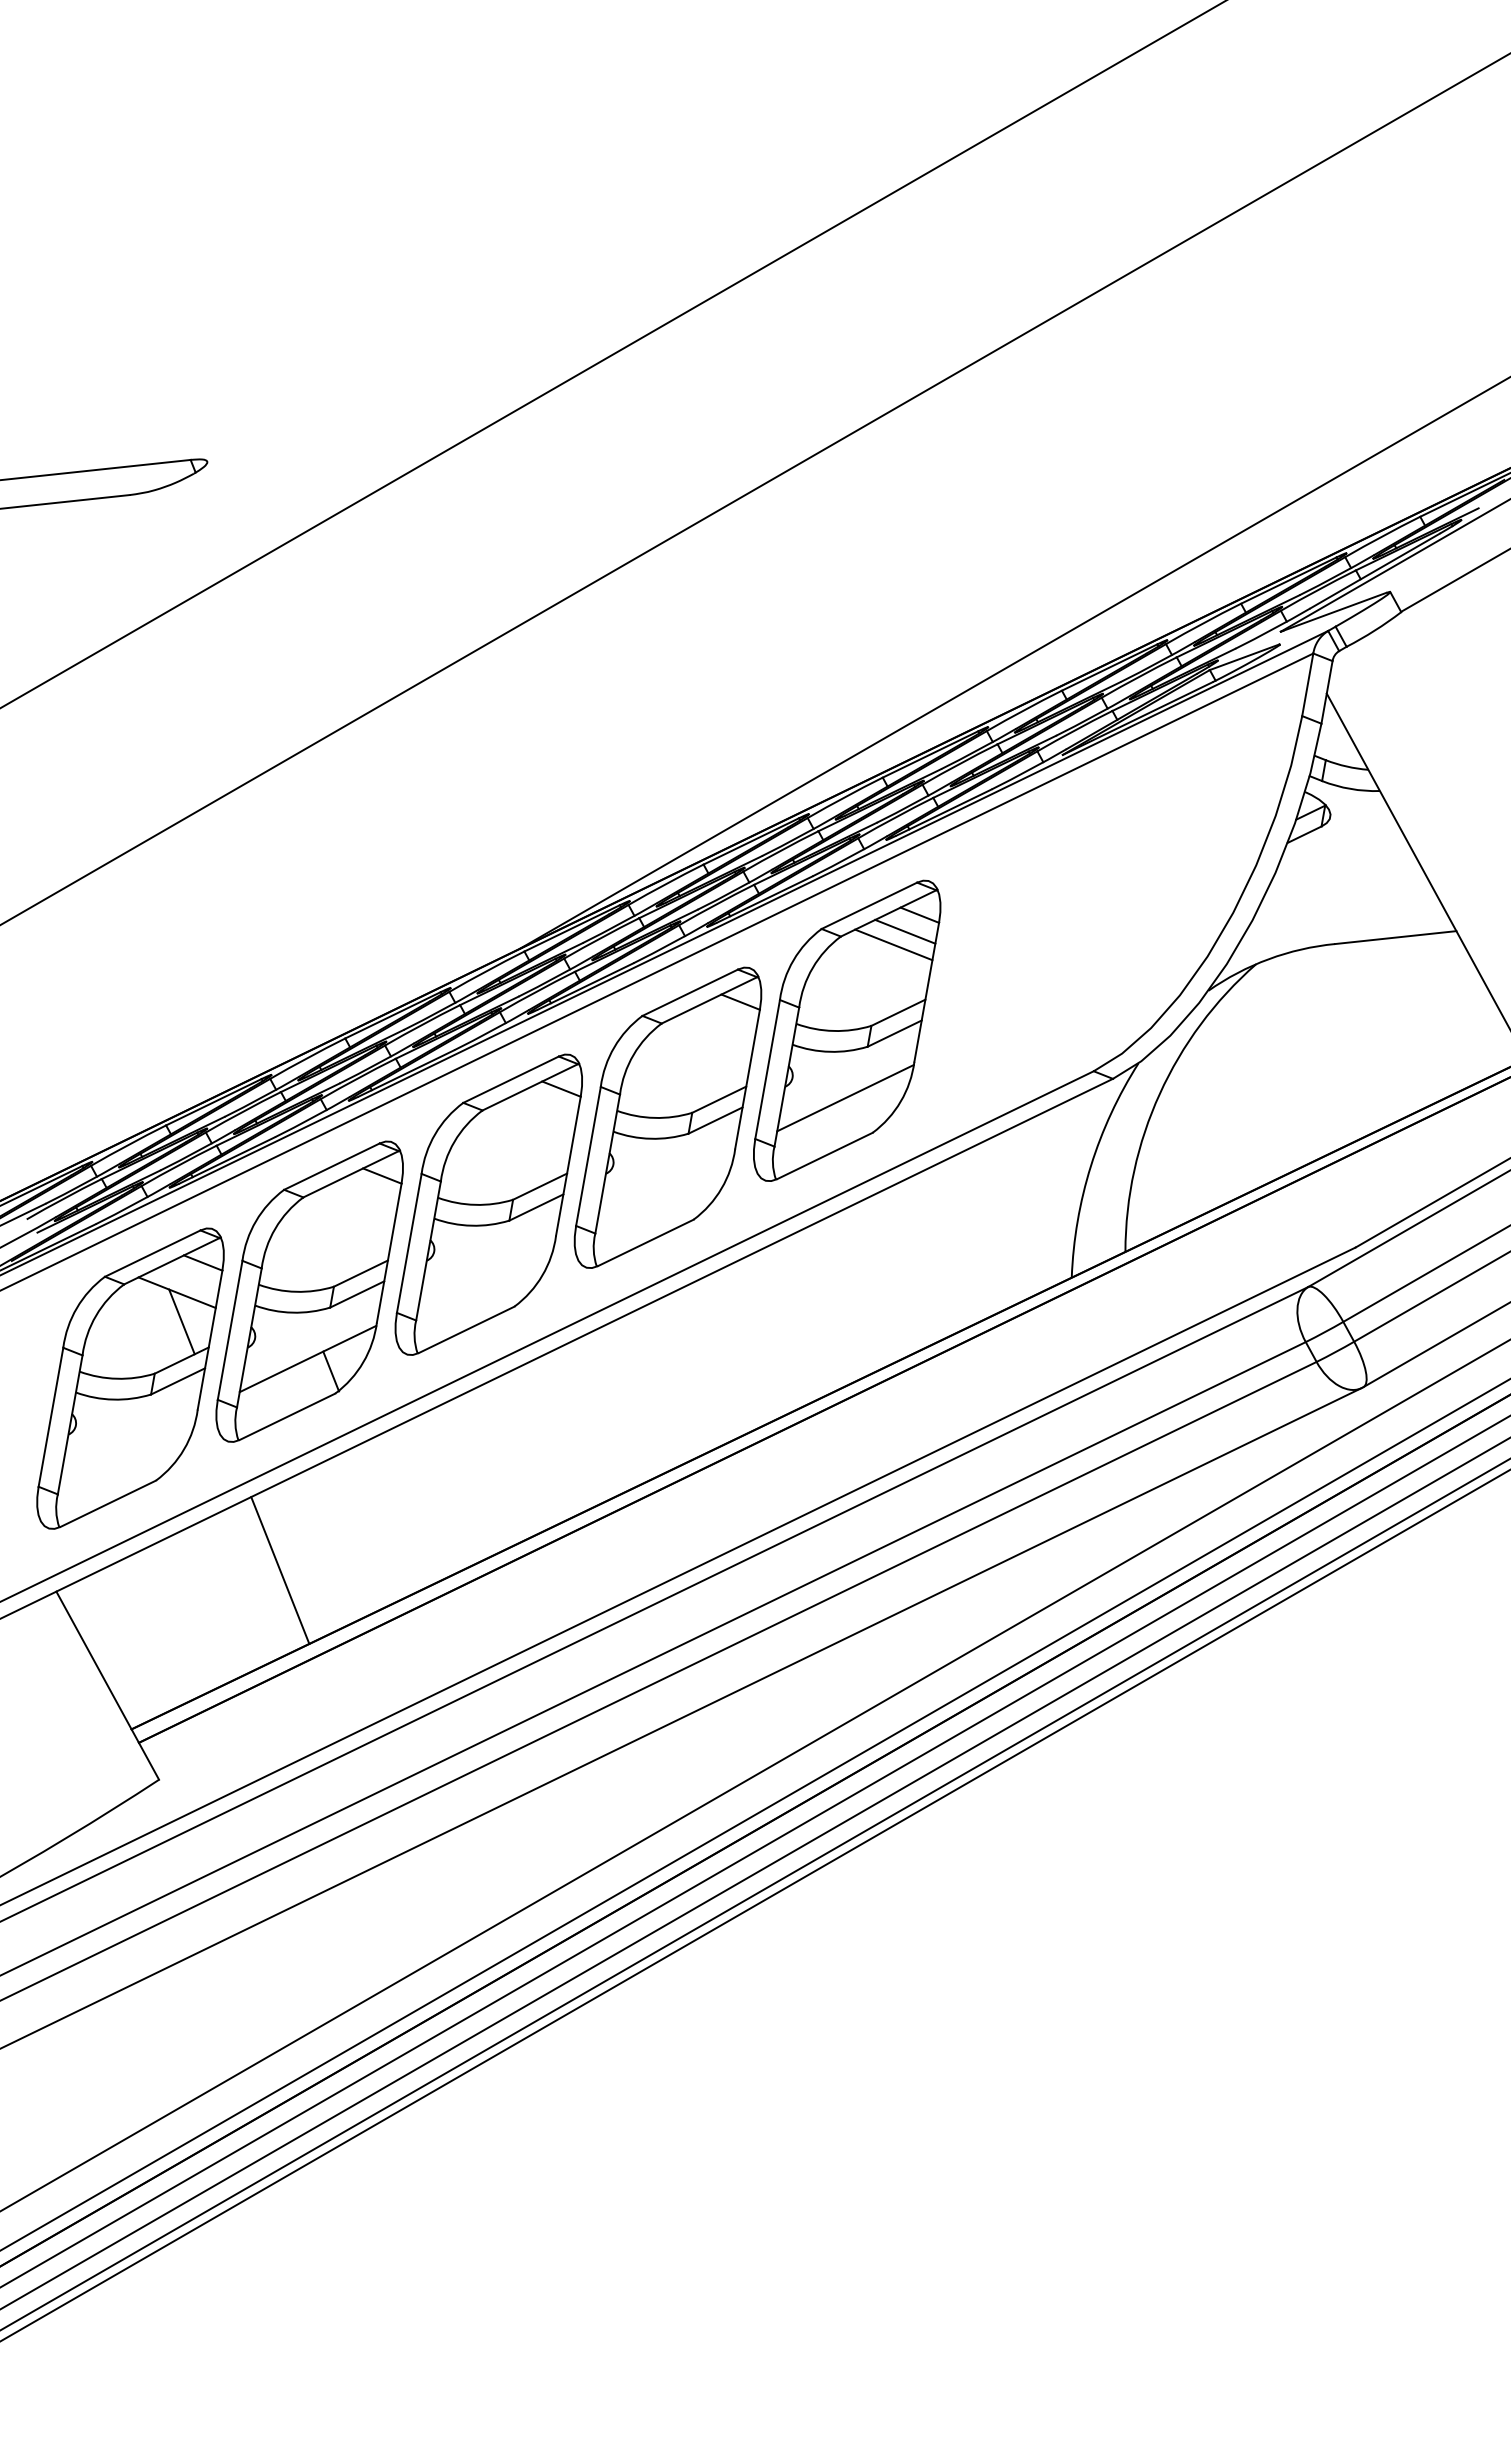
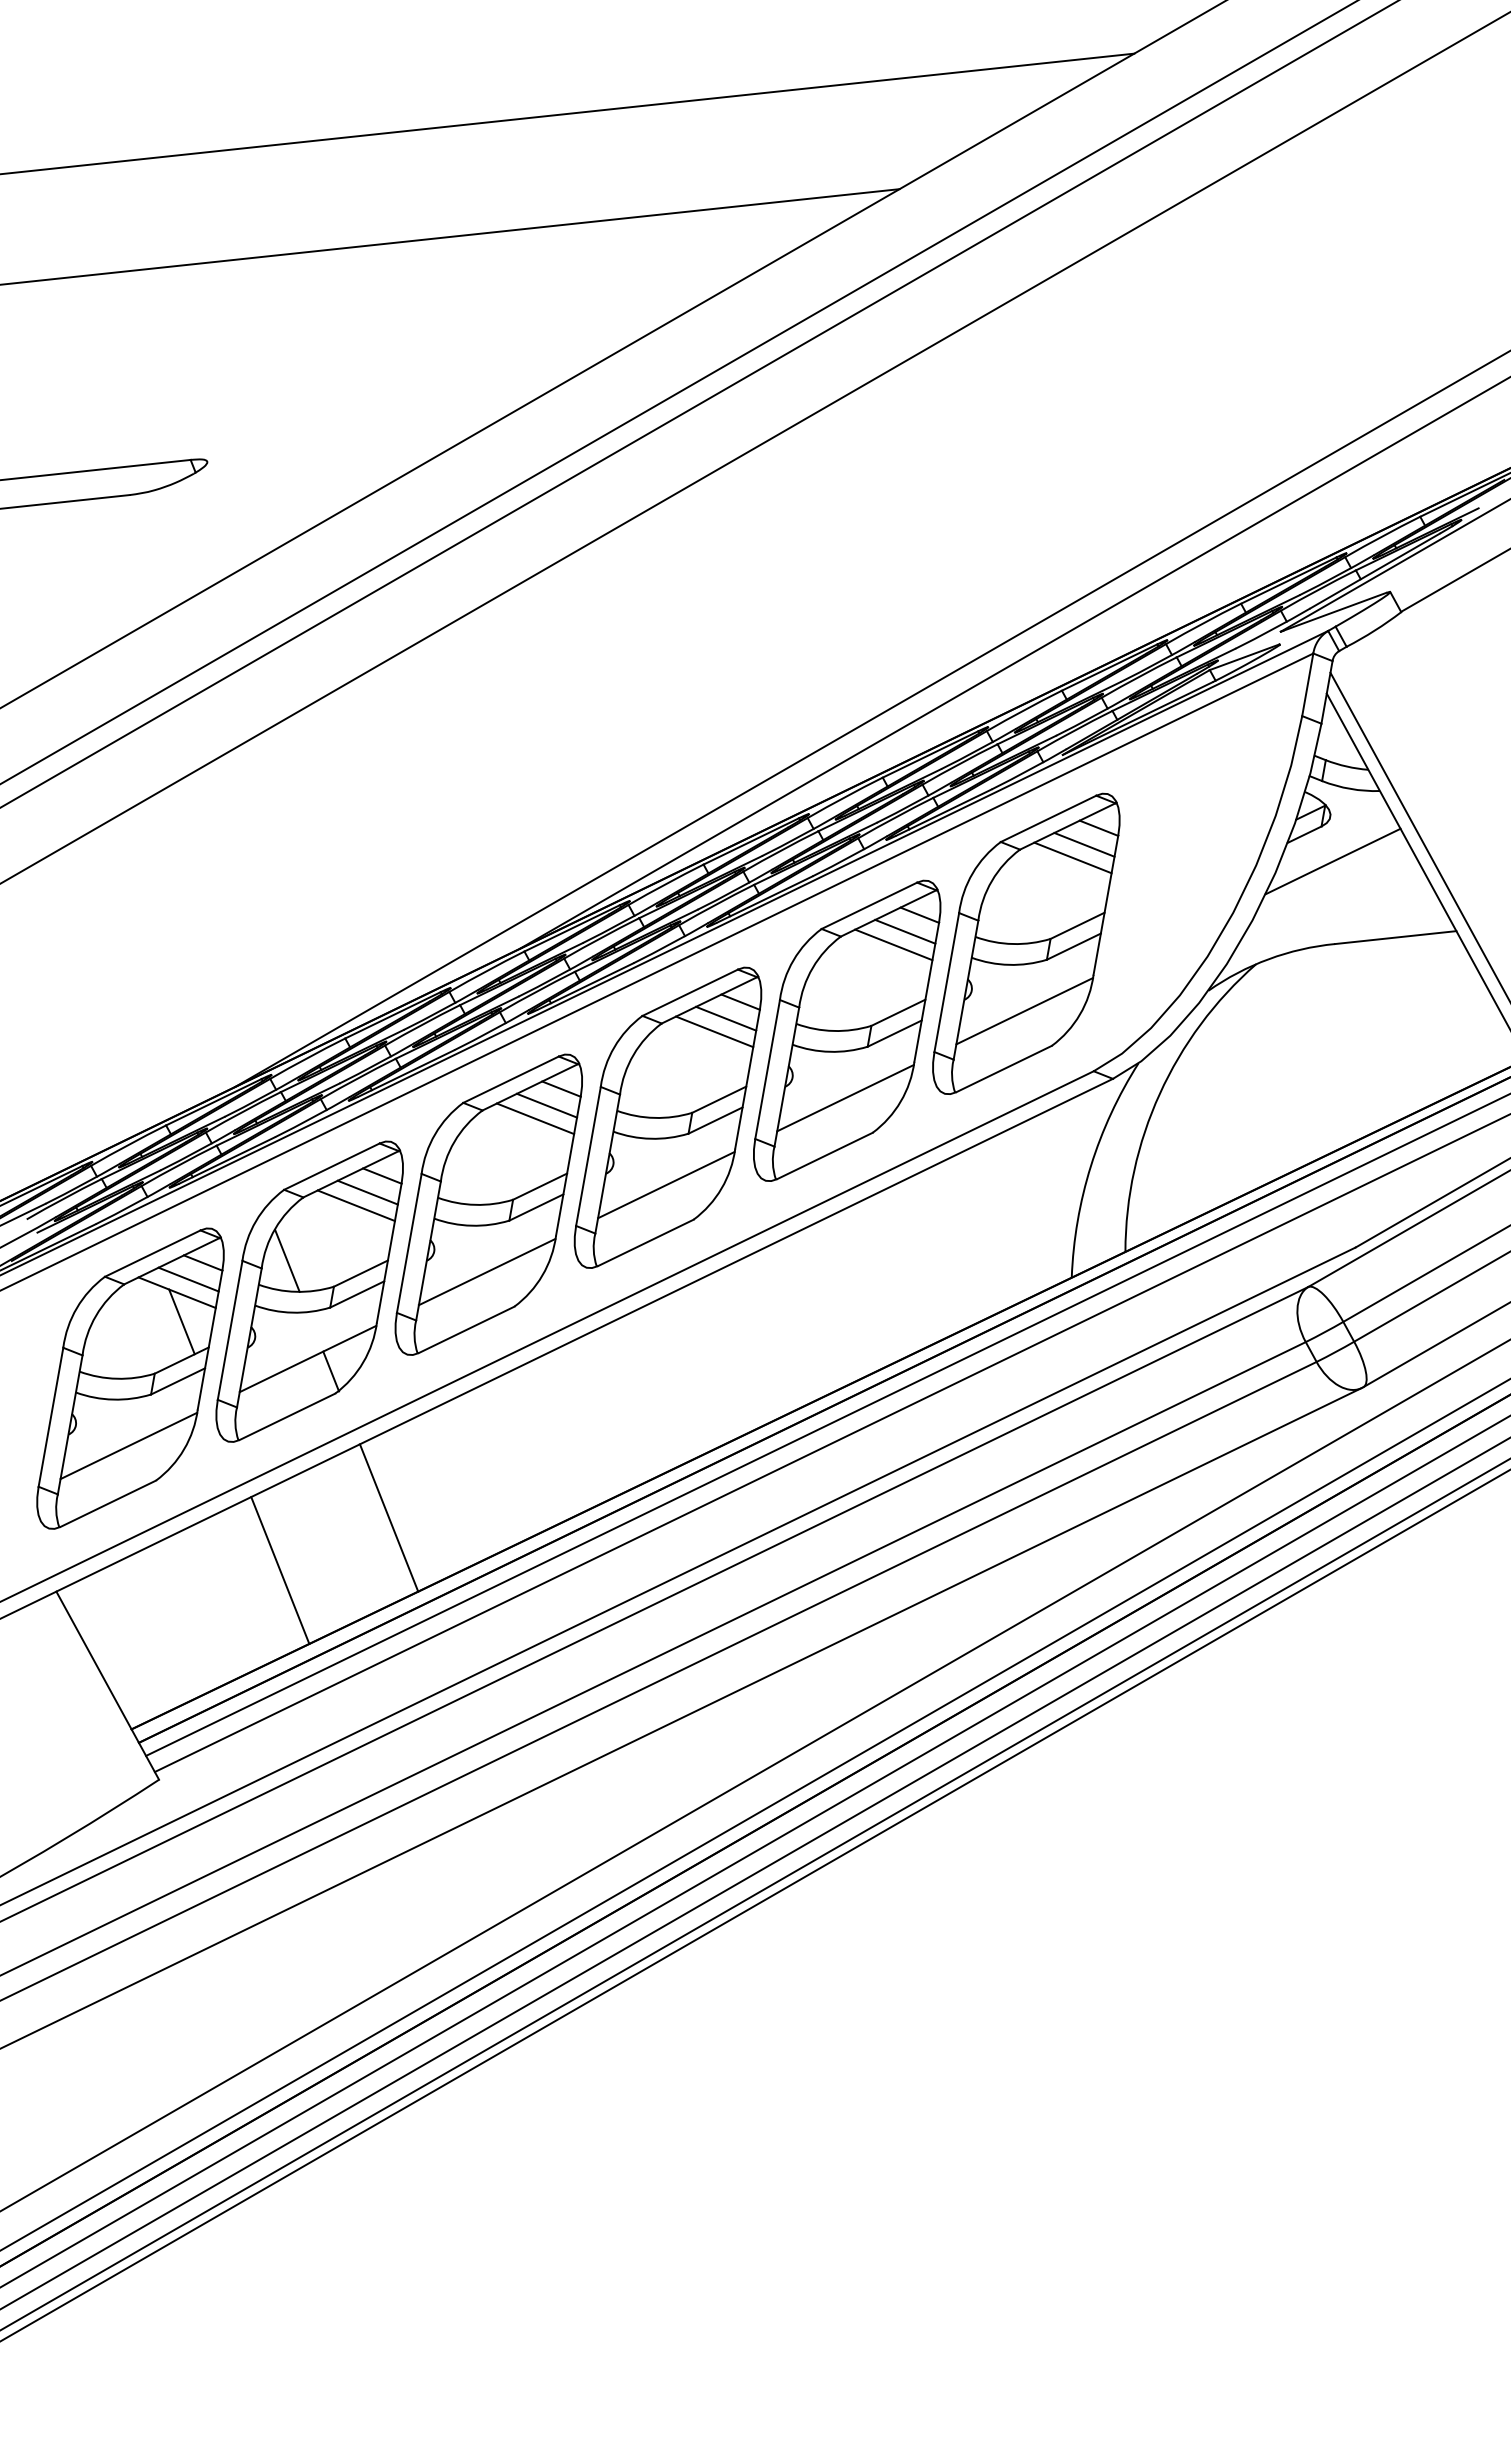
line at (568, 113): none -> present
line at (450, 236): none -> present
line at (678, 392): none -> present
line at (699, 404): none -> present
line at (754, 489) position: (754, 489) -> (754, 447)
line at (871, 719): none -> present
line at (1418, 834): none -> present
line at (1332, 861): none -> present
part at (1026, 943): none -> present
line at (726, 1018): none -> present
line at (714, 1031): none -> present
line at (546, 1105): none -> present
line at (535, 1118): none -> present
line at (666, 1184): none -> present
line at (367, 1192): none -> present
line at (355, 1205): none -> present
line at (287, 1260): none -> present
line at (486, 1271): none -> present
line at (188, 1279): none -> present
line at (826, 1425): none -> present
line at (830, 1443): none -> present
line at (128, 1445): none -> present
line at (388, 1517): none -> present
